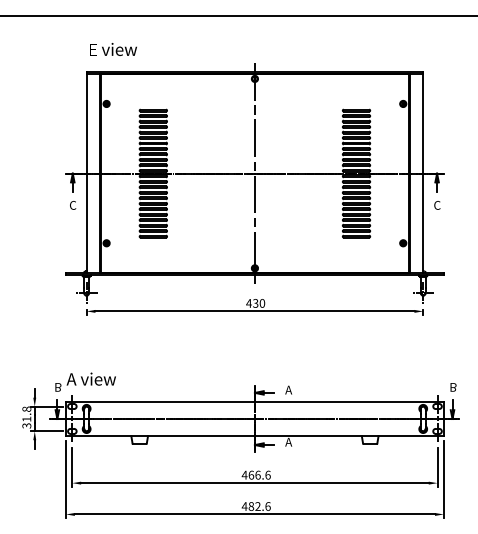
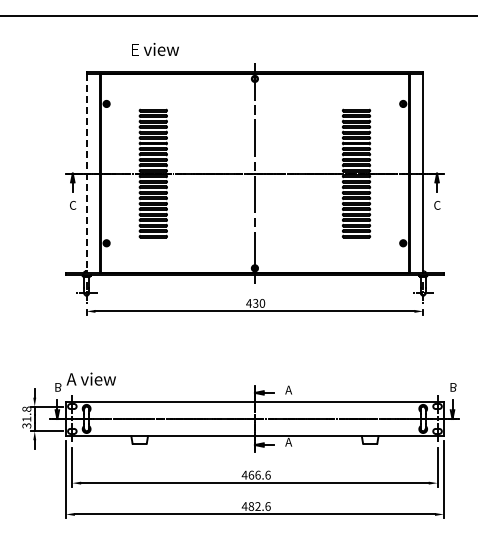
text at (113, 49) position: (113, 49) -> (155, 49)
line at (87, 174): solid -> dashed
